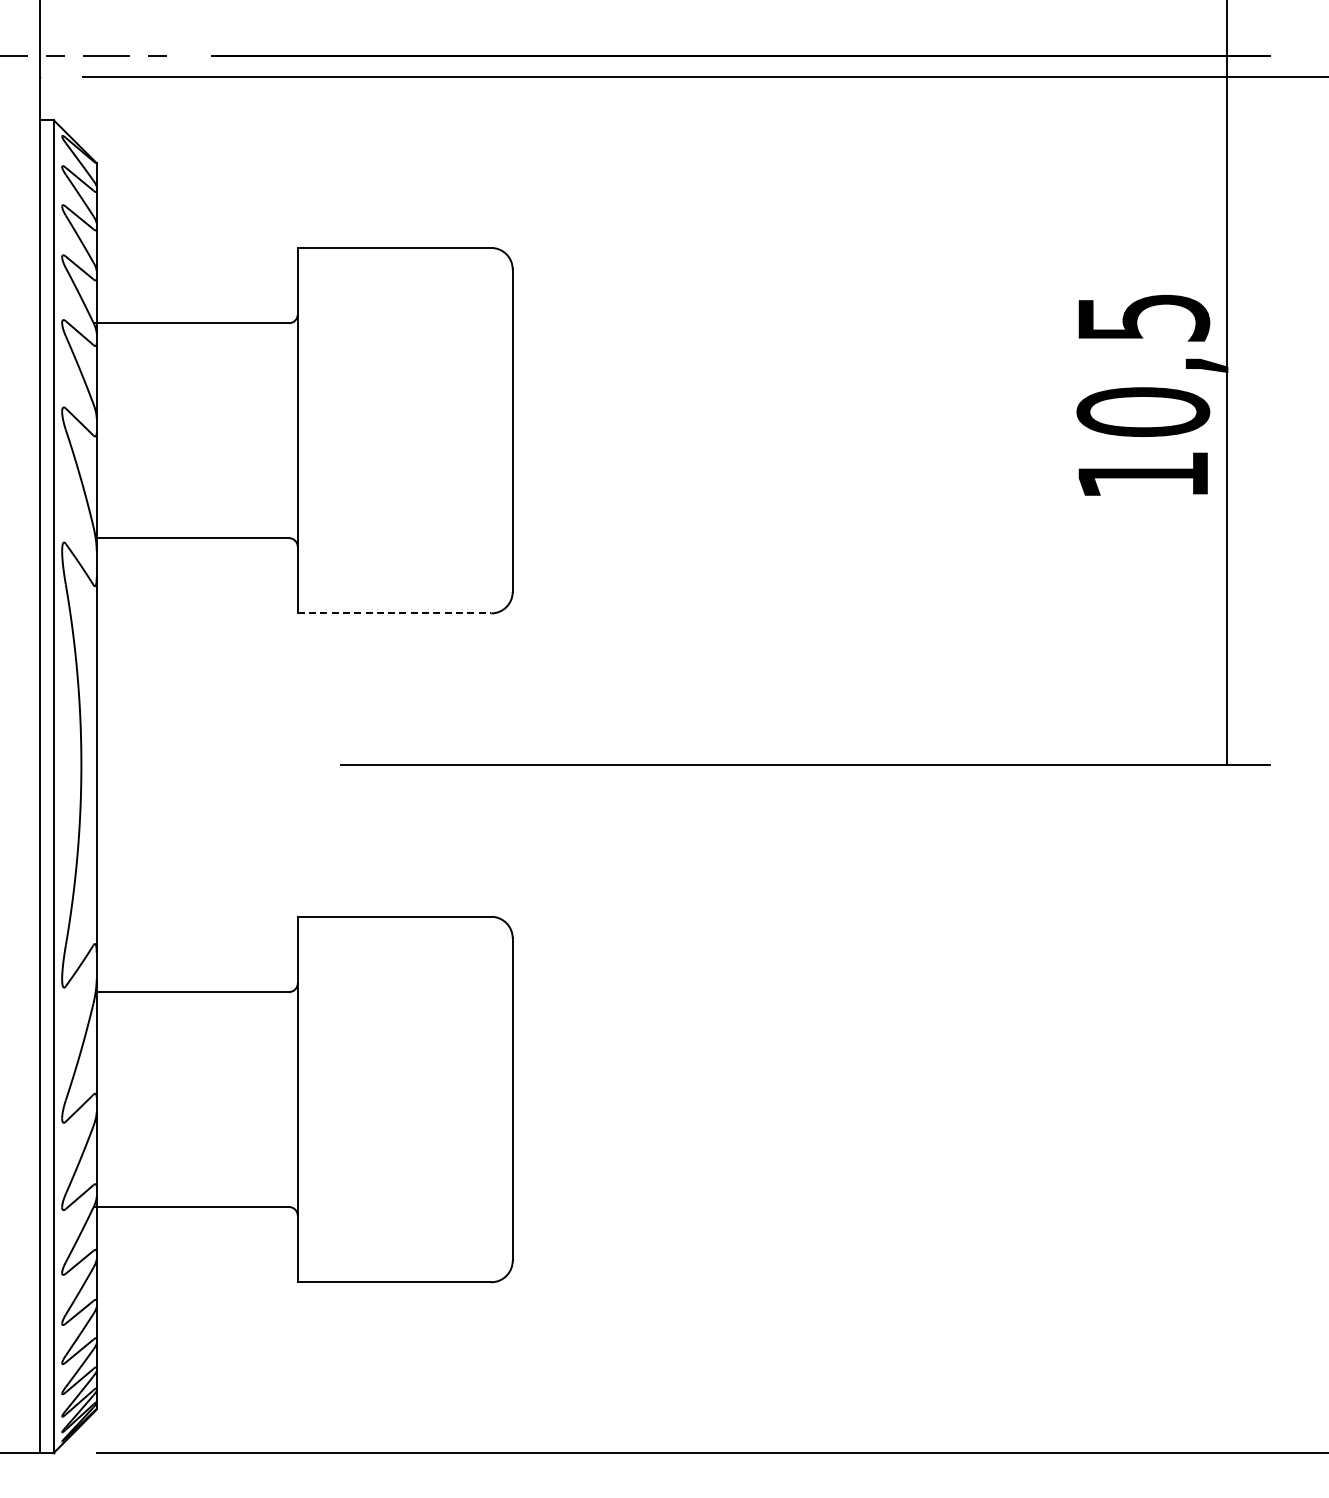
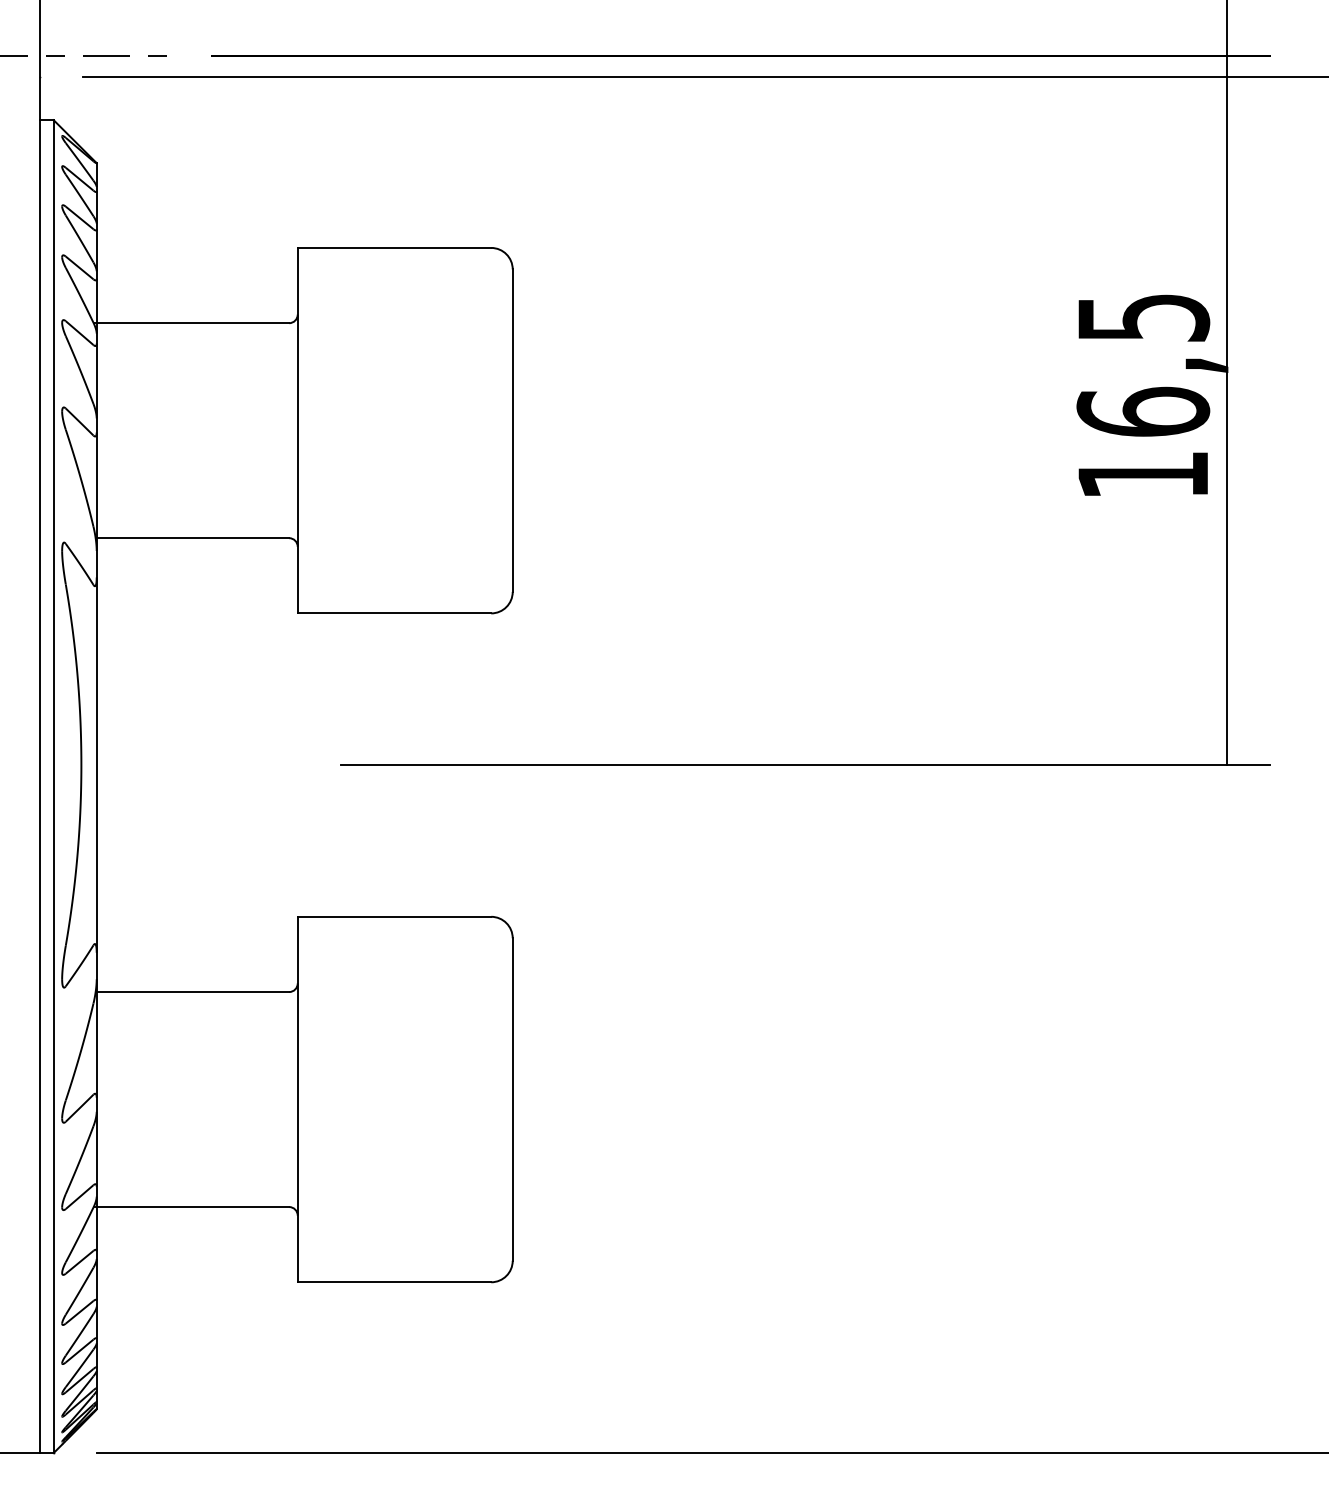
text at (1143, 411): 10,5 -> 16,5
line at (394, 613): dashed -> solid
